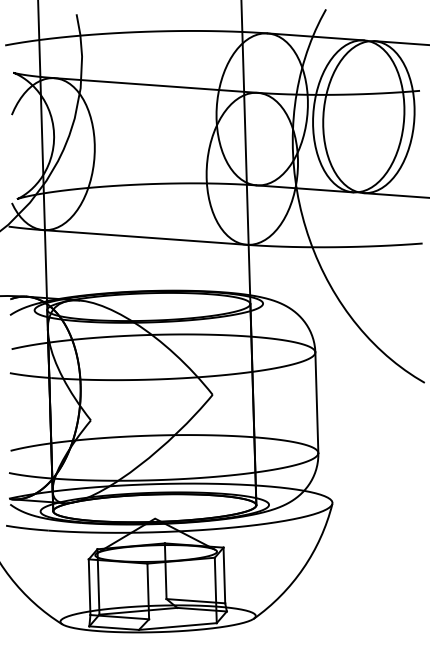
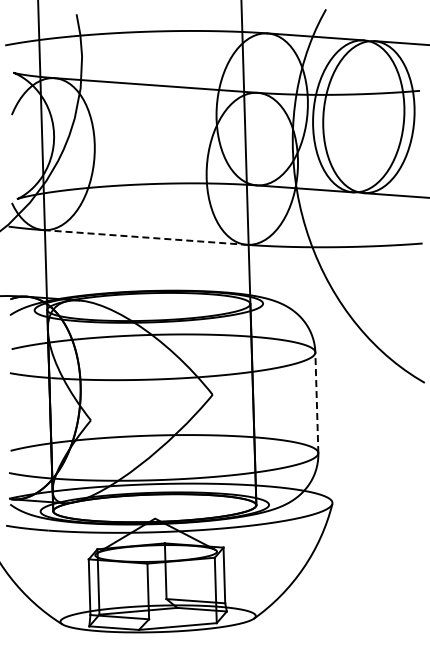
line at (145, 237): solid -> dashed
line at (316, 402): solid -> dashed
